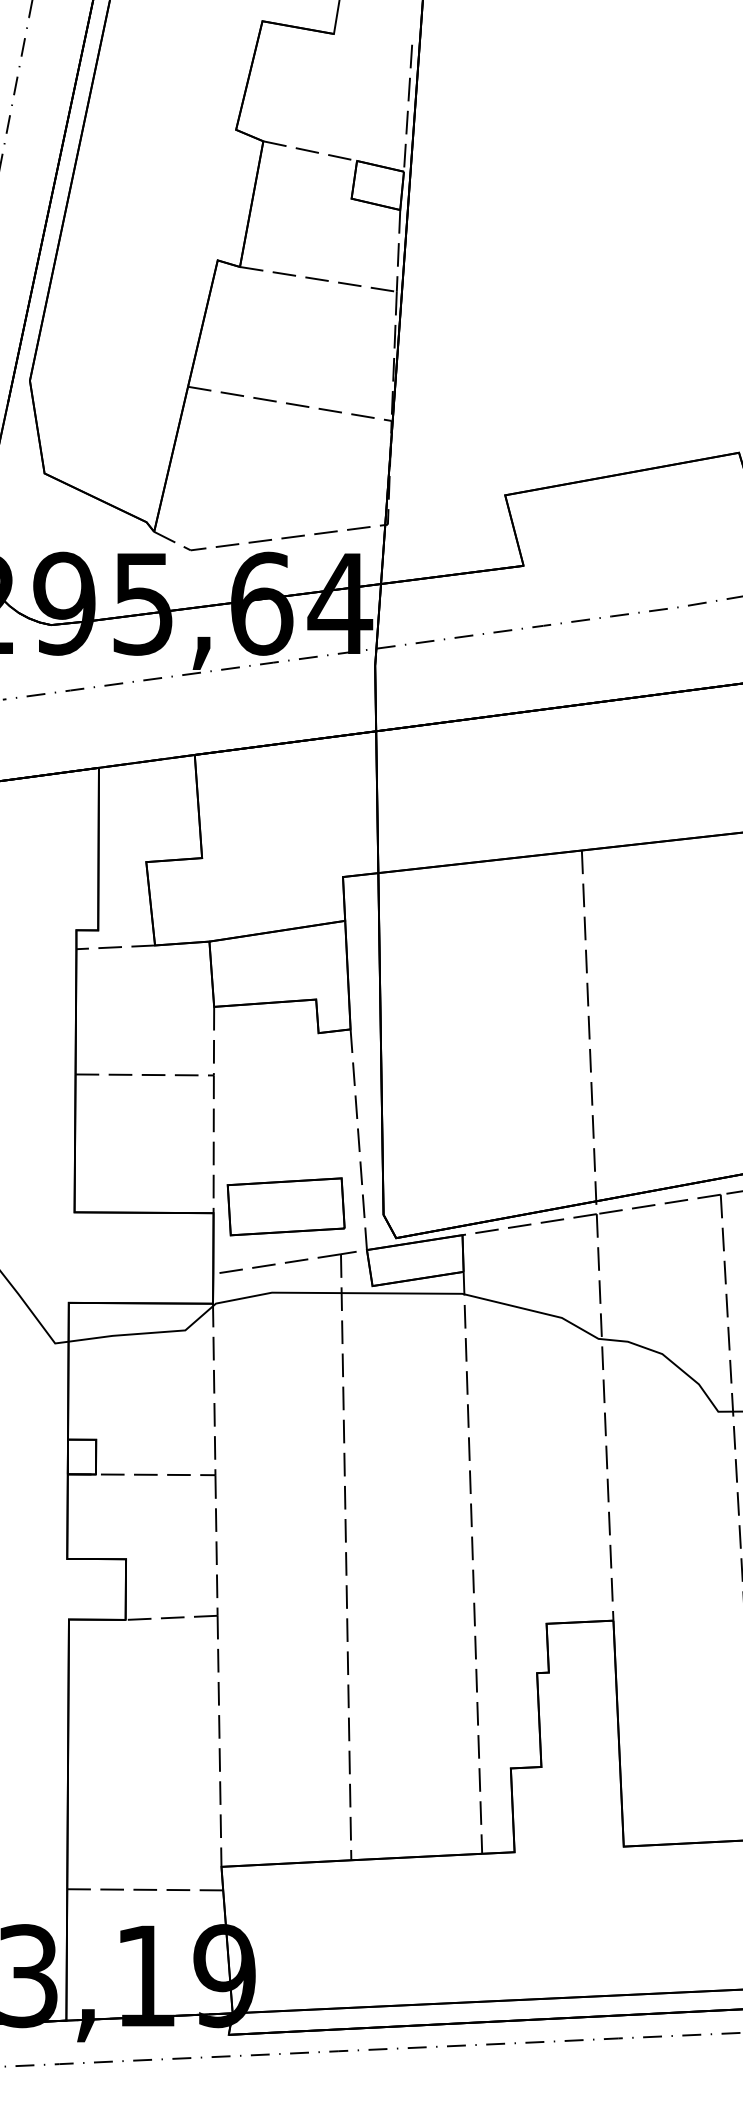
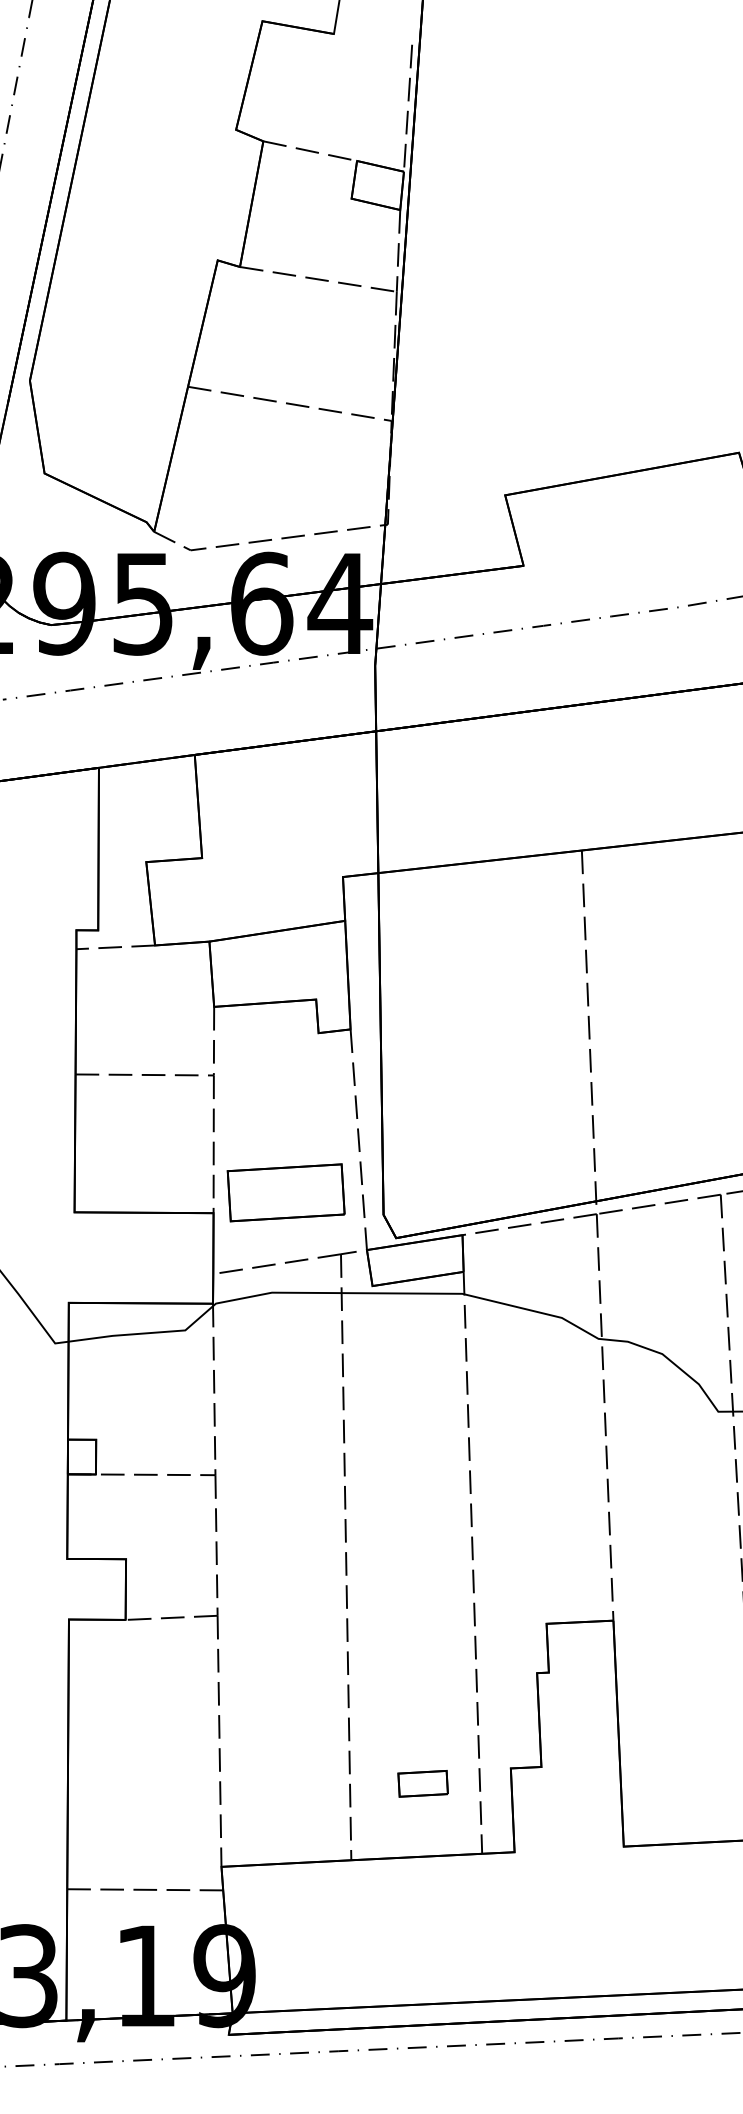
part at (285, 1206) position: (285, 1206) -> (285, 1192)
part at (422, 1783): none -> present
